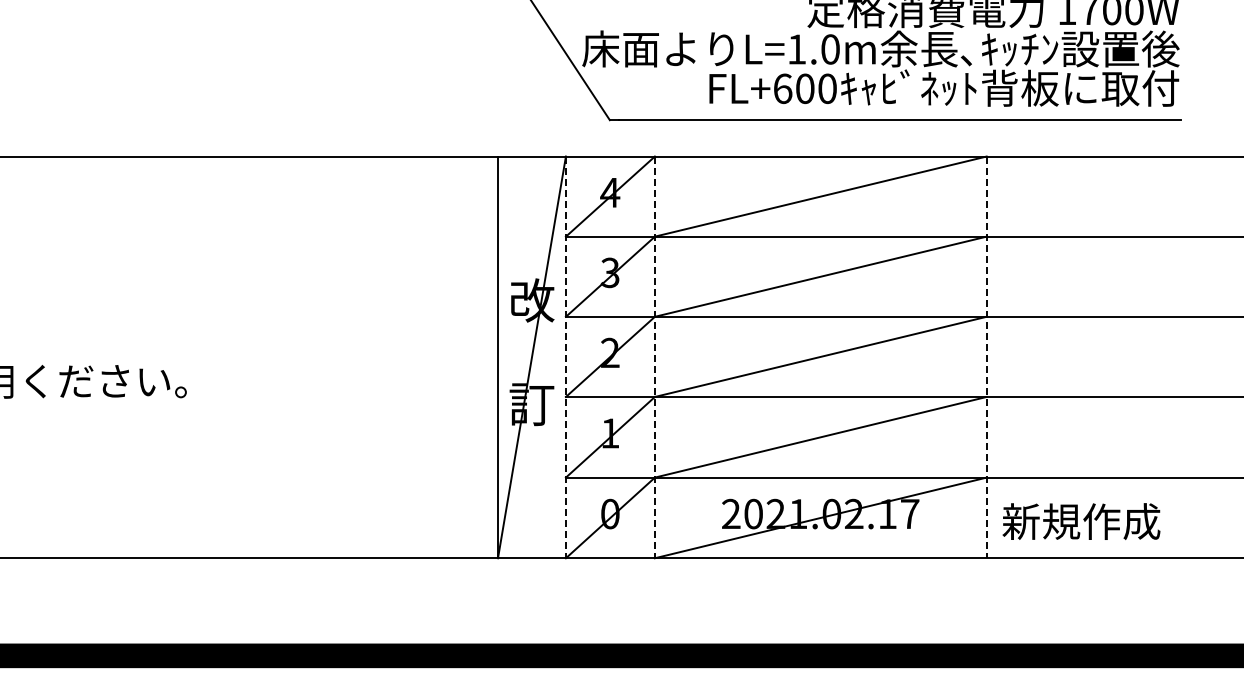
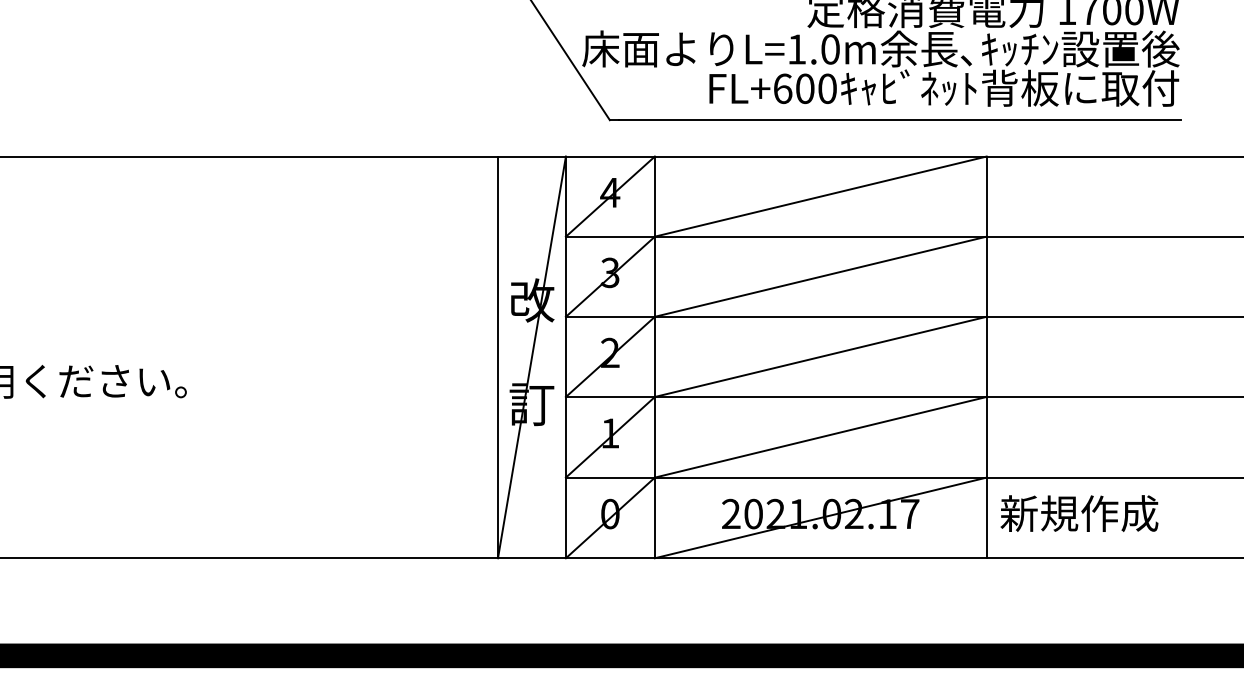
line at (565, 357): dashed -> solid
line at (654, 357): dashed -> solid
line at (986, 357): dashed -> solid
text at (1081, 521) position: (1081, 521) -> (1079, 513)
